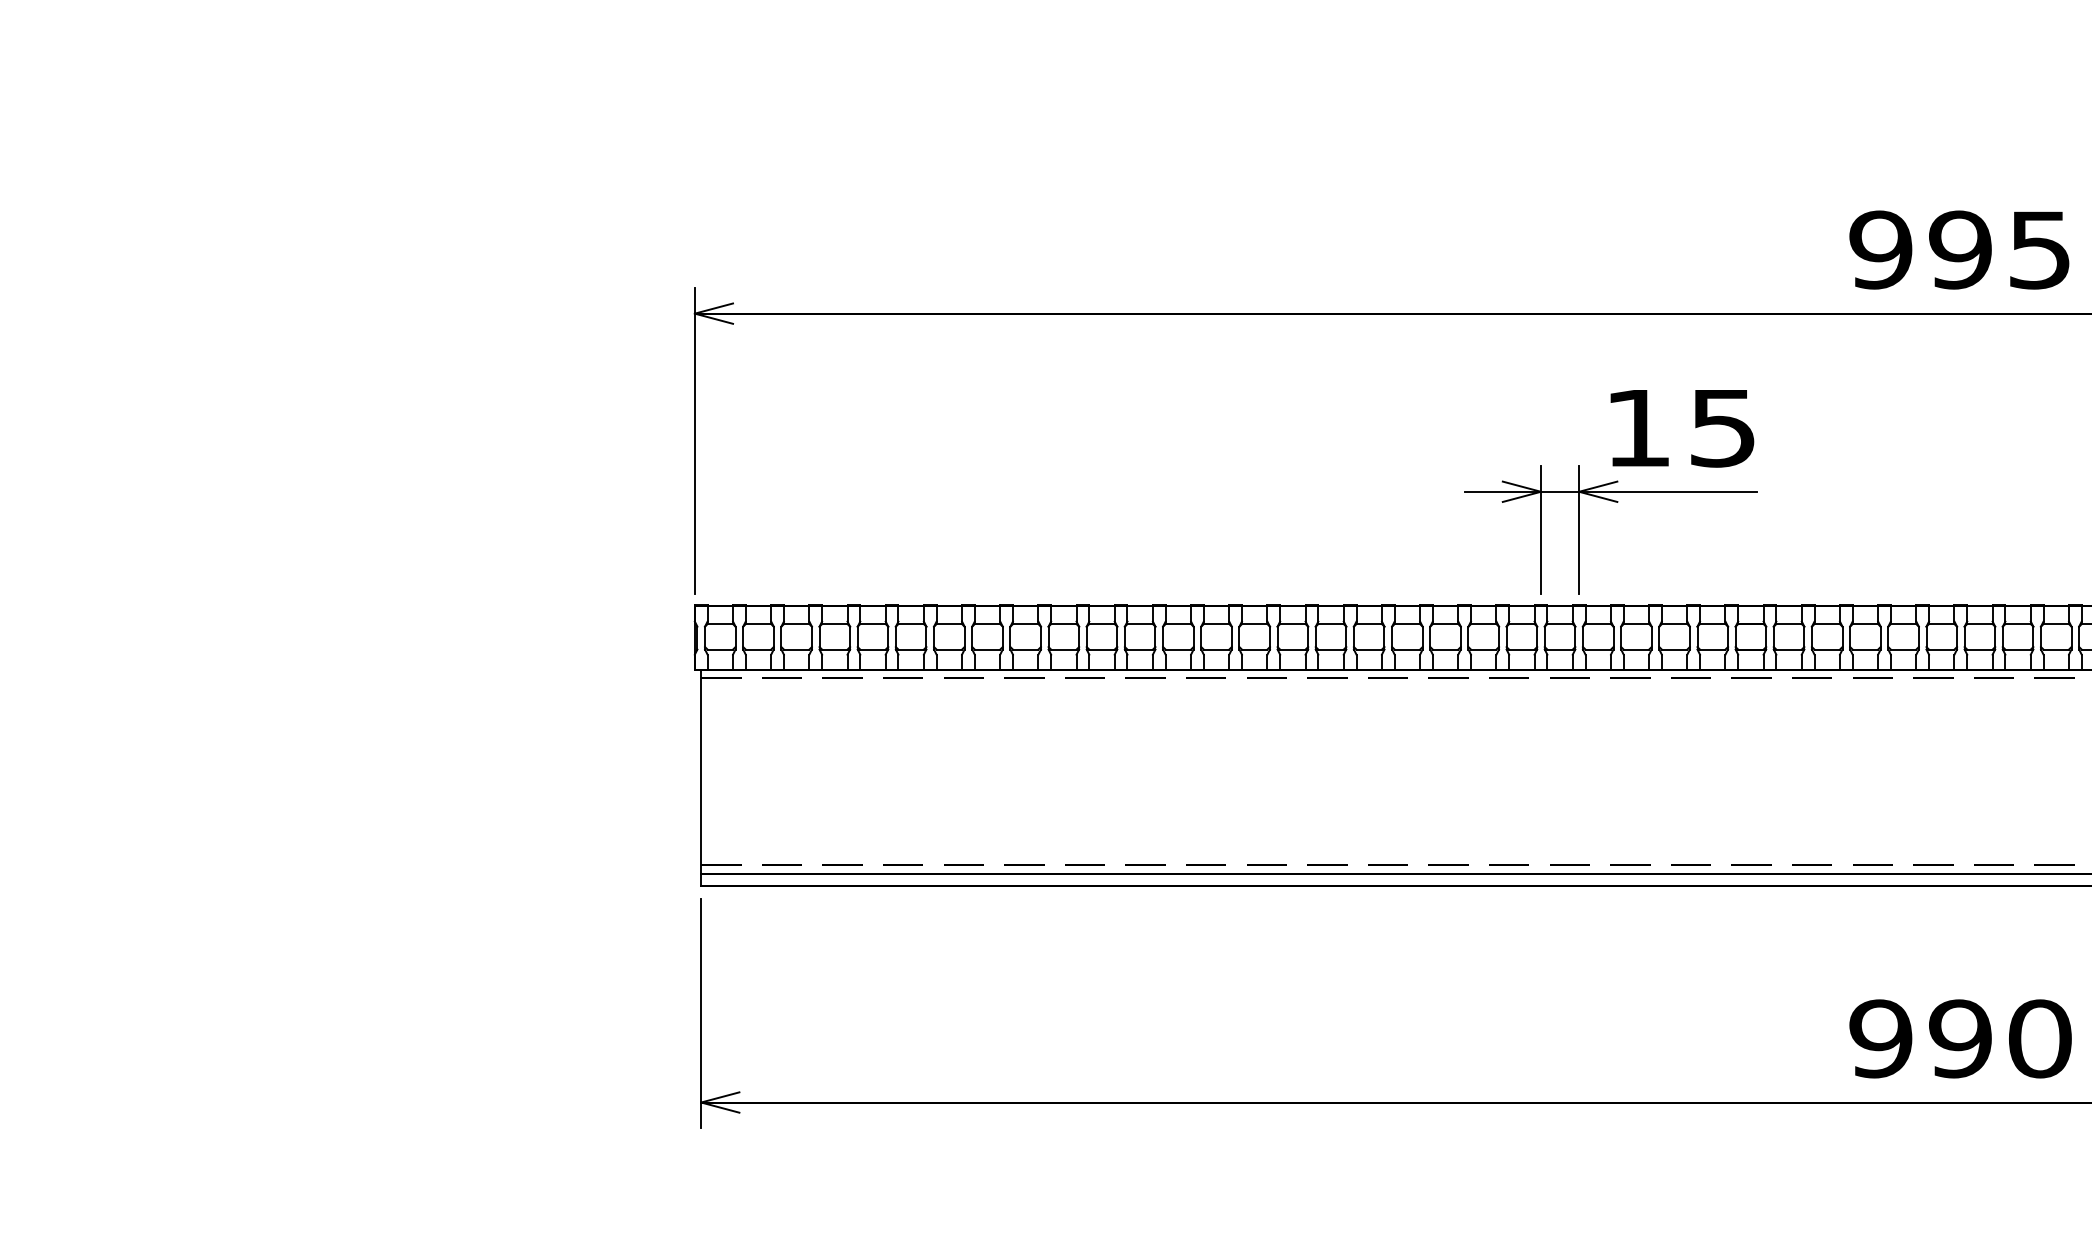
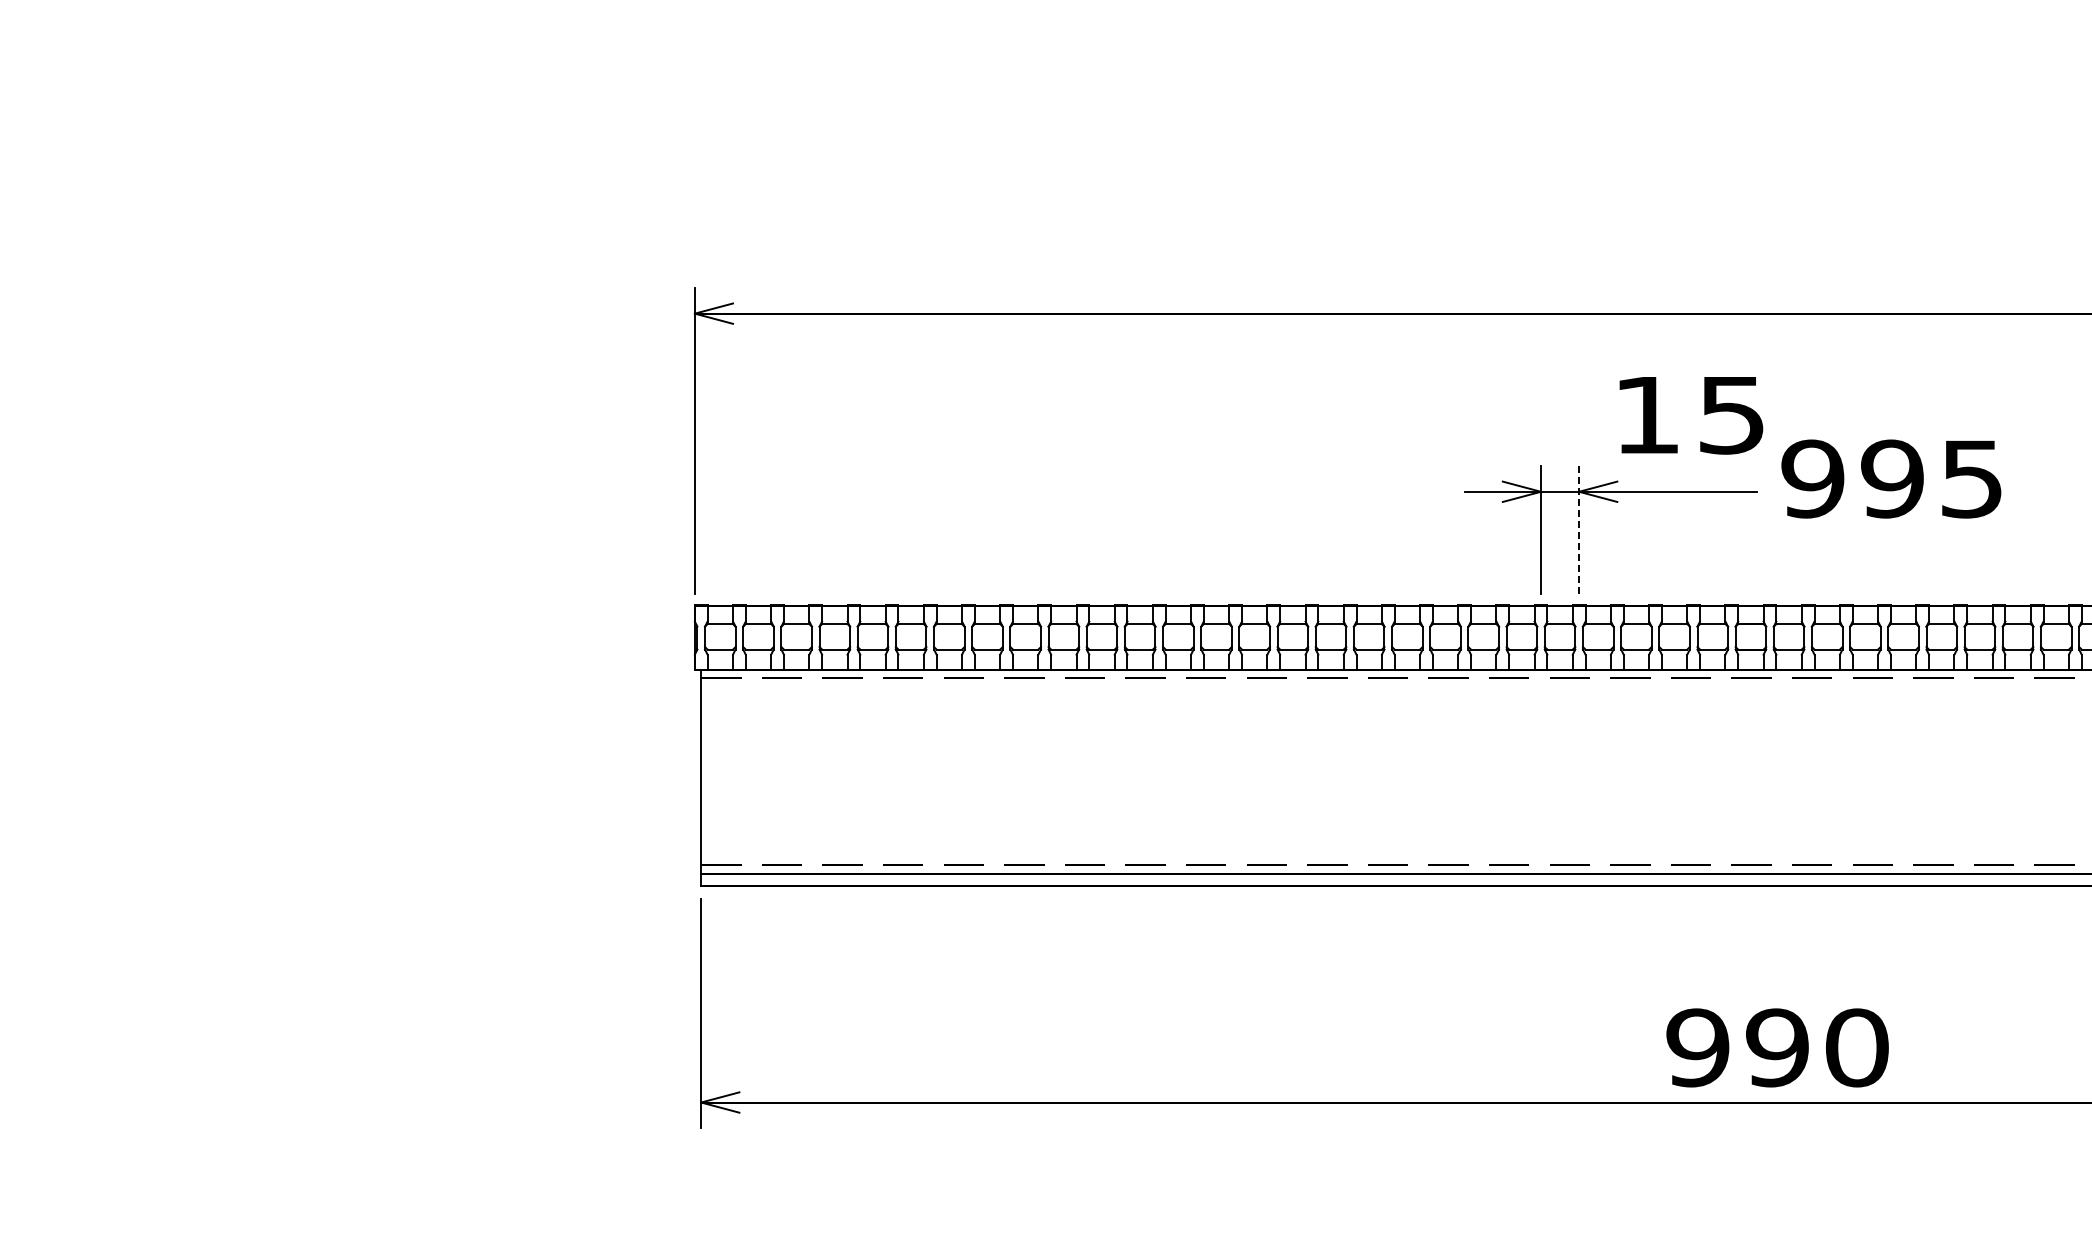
text at (1959, 249) position: (1959, 249) -> (1891, 478)
text at (1682, 428) position: (1682, 428) -> (1691, 415)
line at (1579, 529): solid -> dashed
text at (1960, 1038) position: (1960, 1038) -> (1777, 1047)
